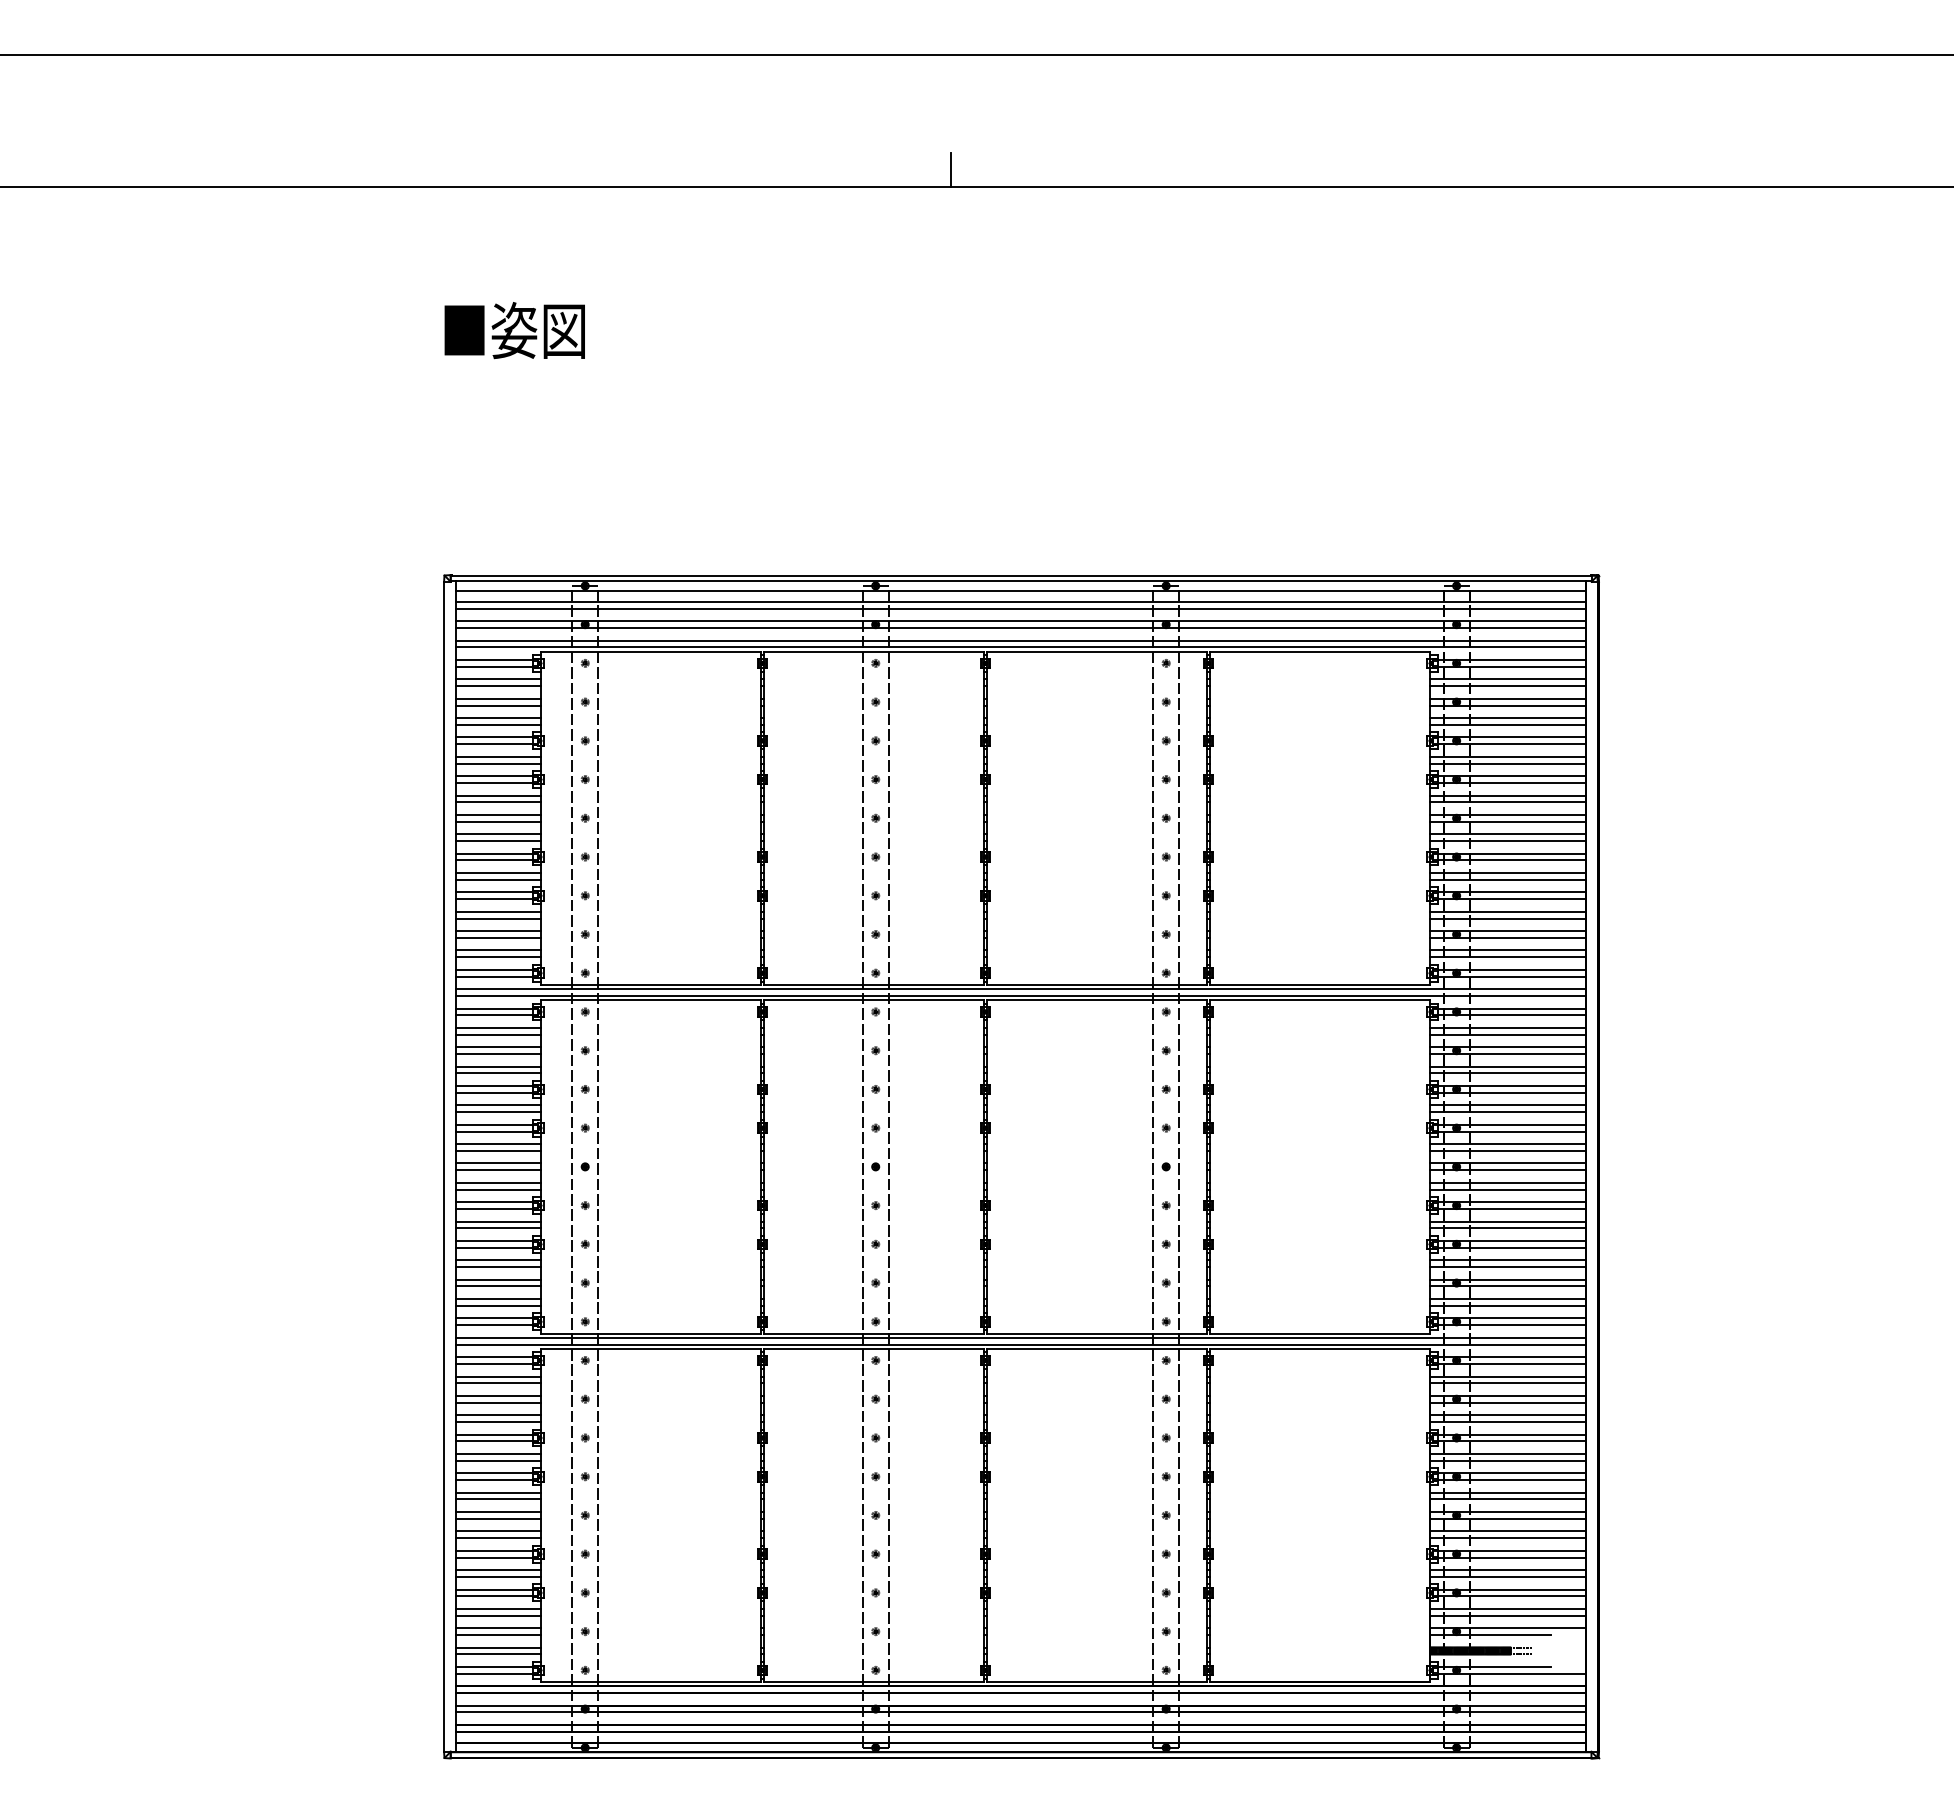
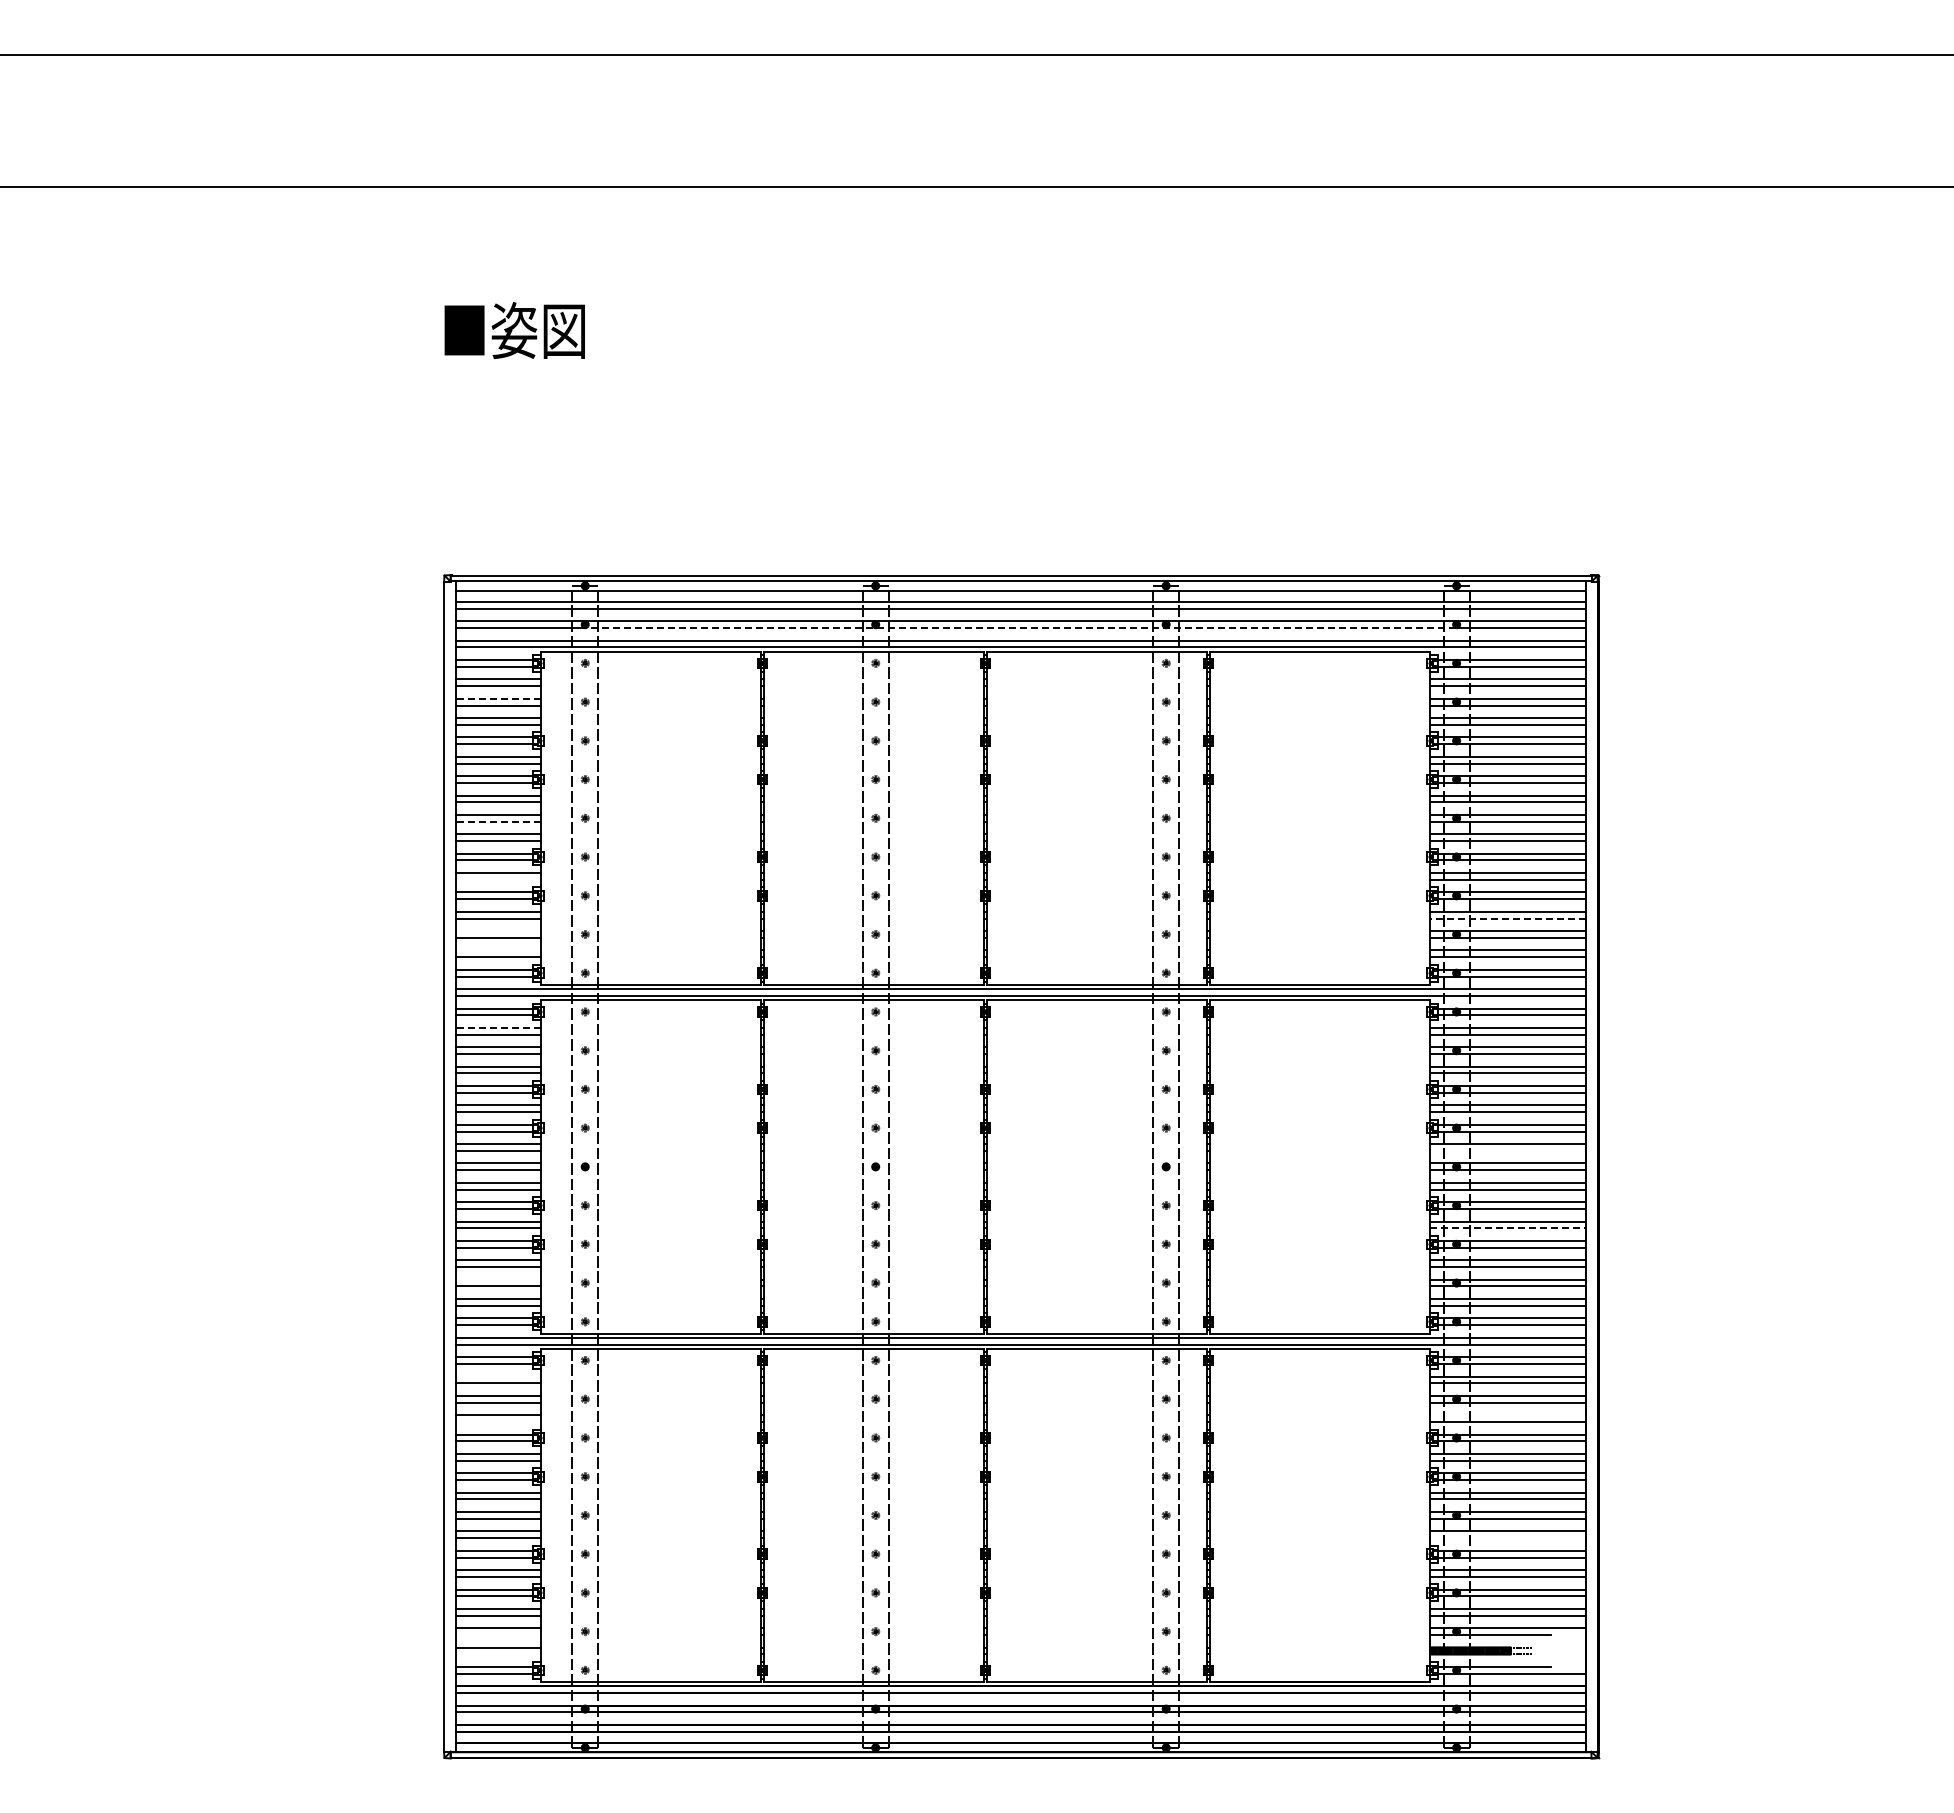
line at (951, 169): present -> none
line at (1020, 628): solid -> dashed
line at (498, 698): solid -> dashed
line at (498, 821): solid -> dashed
line at (498, 879): present -> none
line at (1507, 918): solid -> dashed
line at (498, 931): present -> none
line at (498, 950): present -> none
line at (498, 1027): solid -> dashed
line at (1507, 1150): present -> none
line at (1508, 1228): solid -> dashed
line at (498, 1279): present -> none
line at (498, 1376): present -> none
line at (1507, 1415): present -> none
line at (498, 1422): present -> none
line at (1507, 1538): present -> none
line at (498, 1635): present -> none
line at (498, 1654): present -> none
